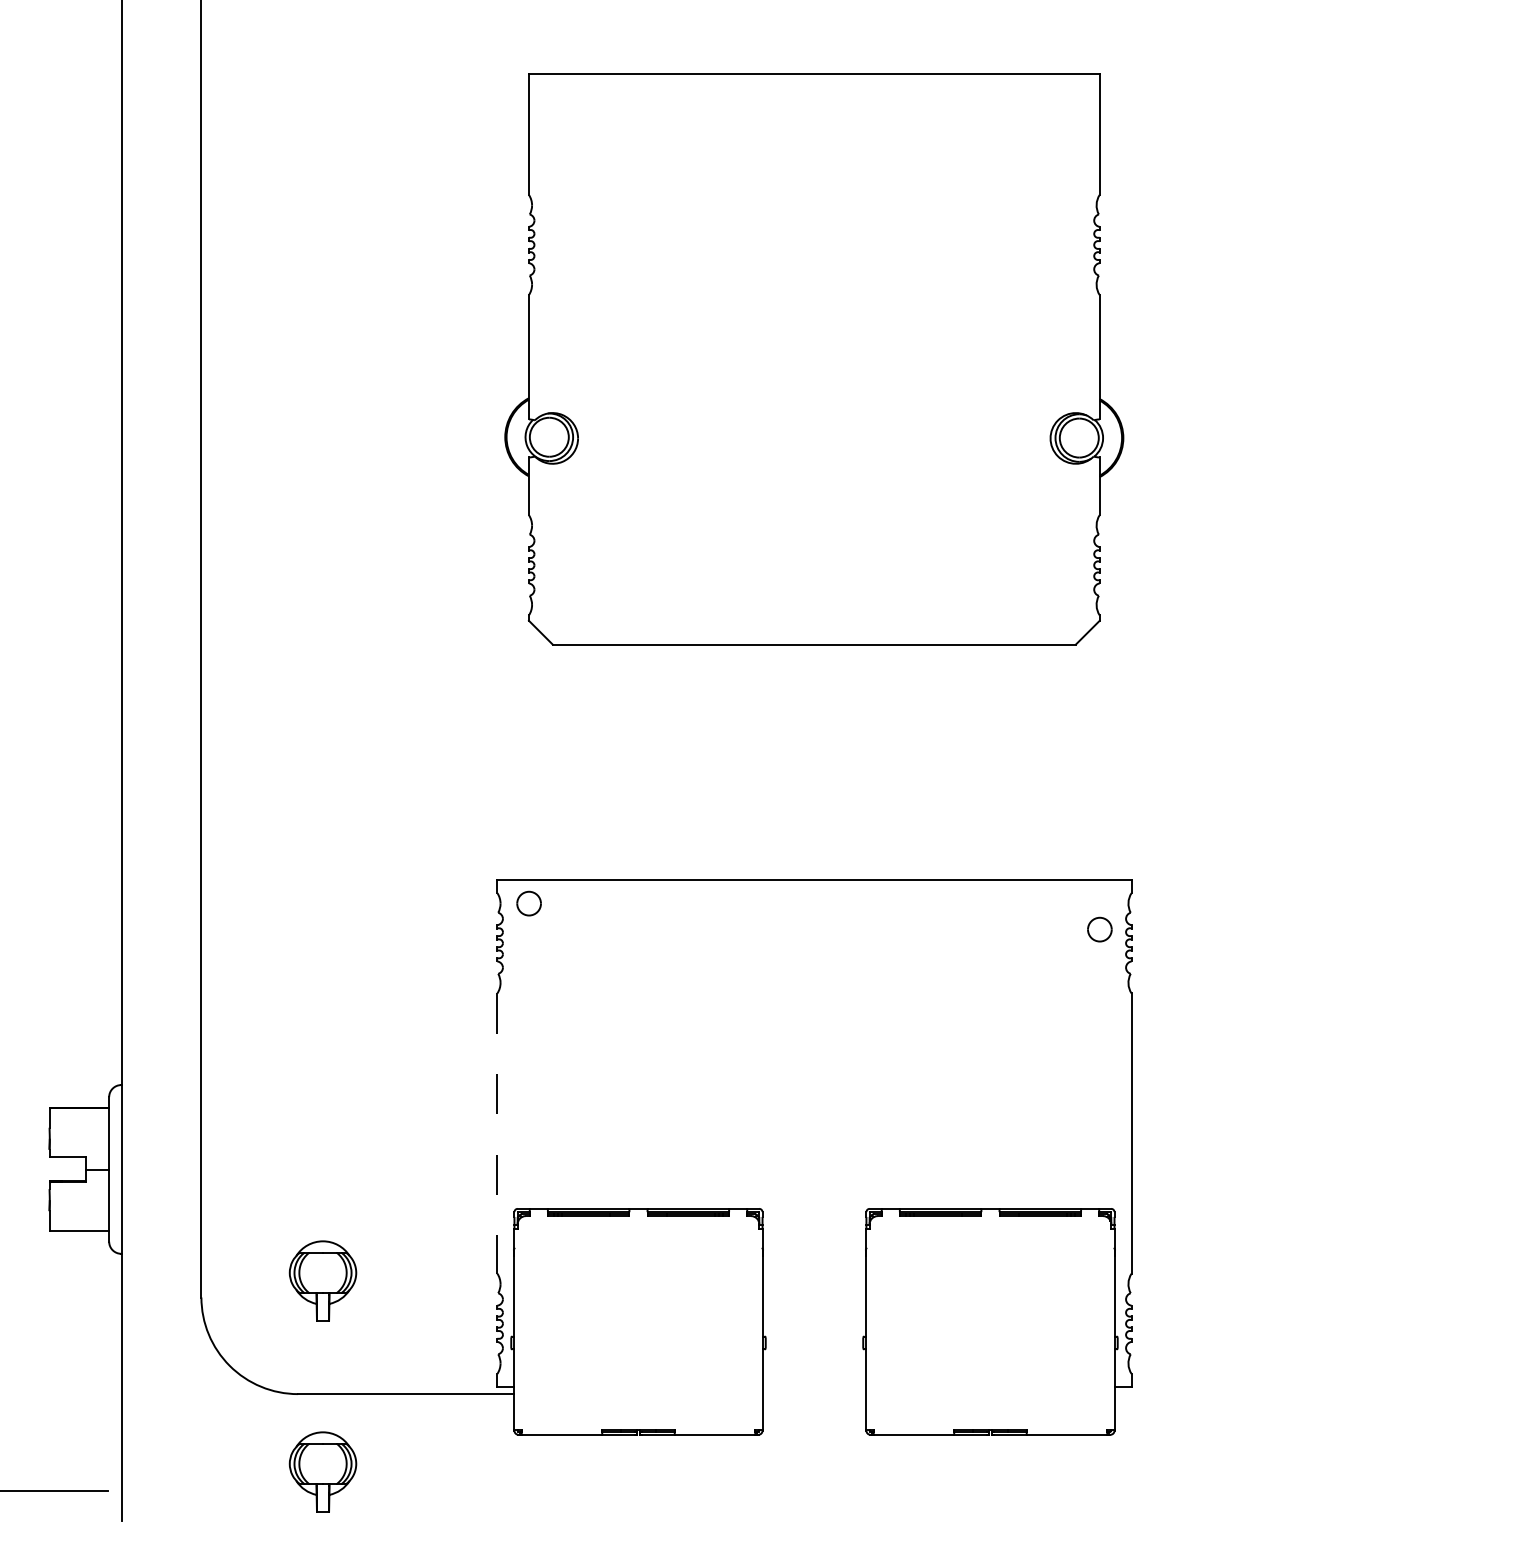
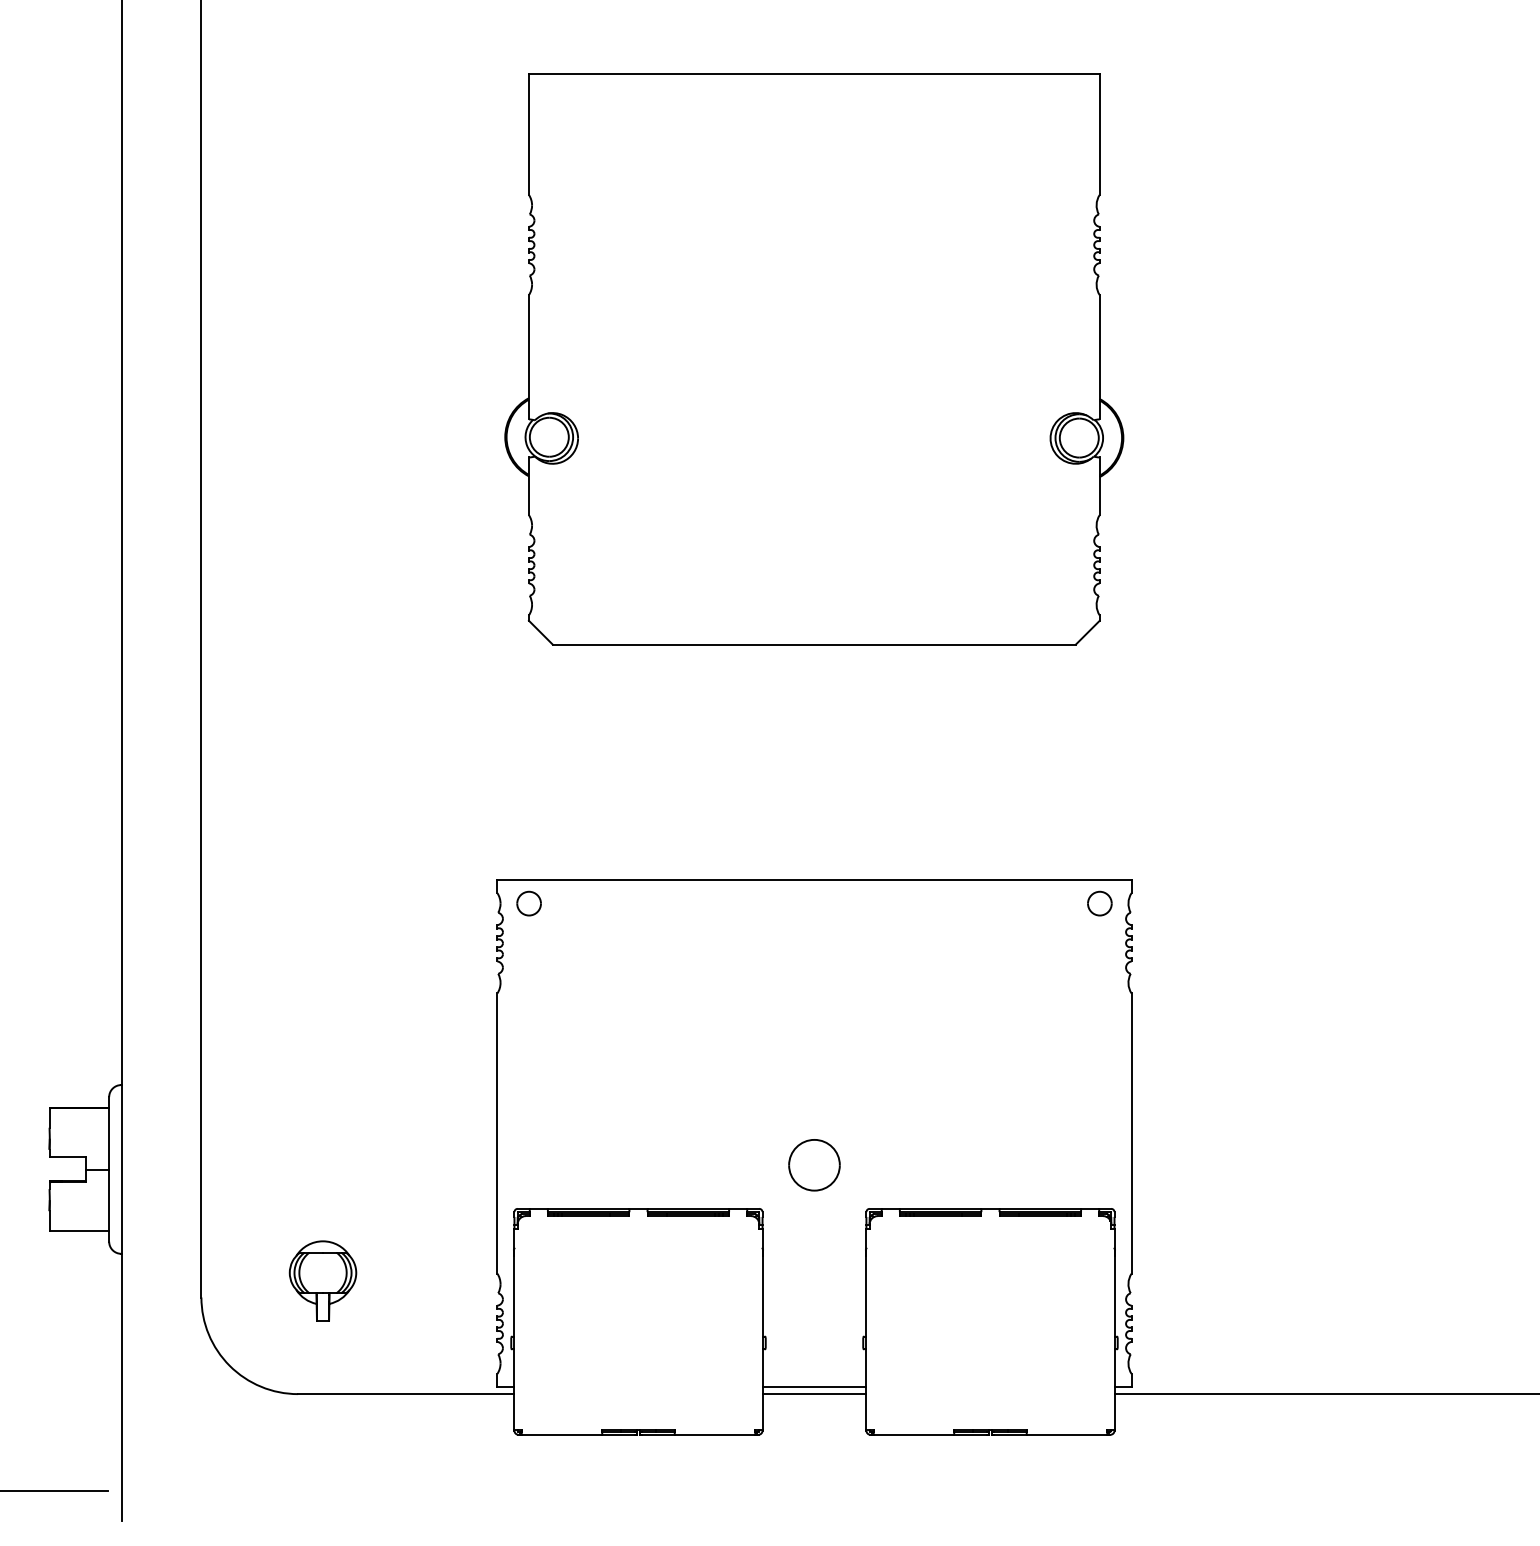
part at (1099, 929) position: (1099, 929) -> (1099, 903)
line at (497, 1134): dashed -> solid
part at (814, 1165): none -> present
line at (814, 1387): none -> present
line at (814, 1394): none -> present
line at (1325, 1394): none -> present
part at (322, 1471): present -> none
